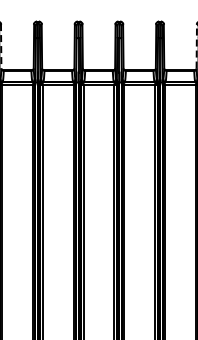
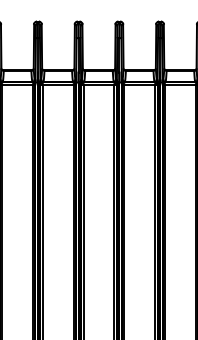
line at (196, 45): dashed -> solid
line at (1, 46): dashed -> solid
